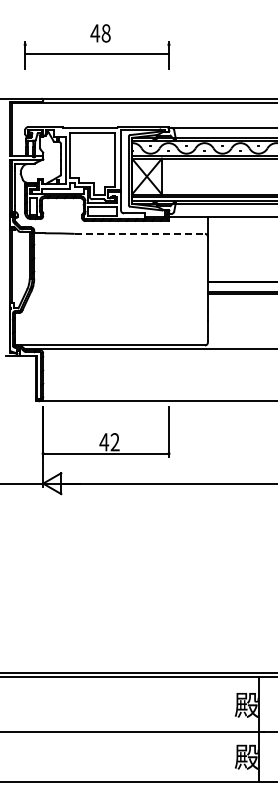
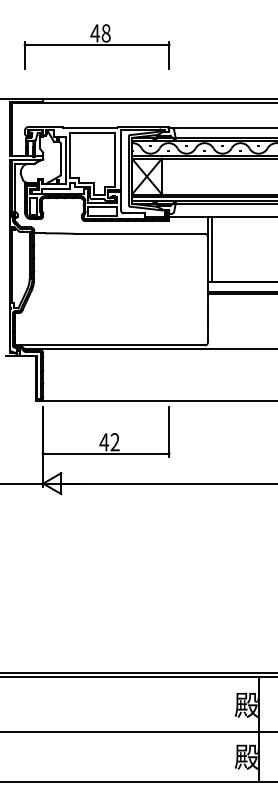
line at (96, 53) position: (96, 53) -> (96, 44)
line at (140, 233): dashed -> solid
line at (211, 248): none -> present
